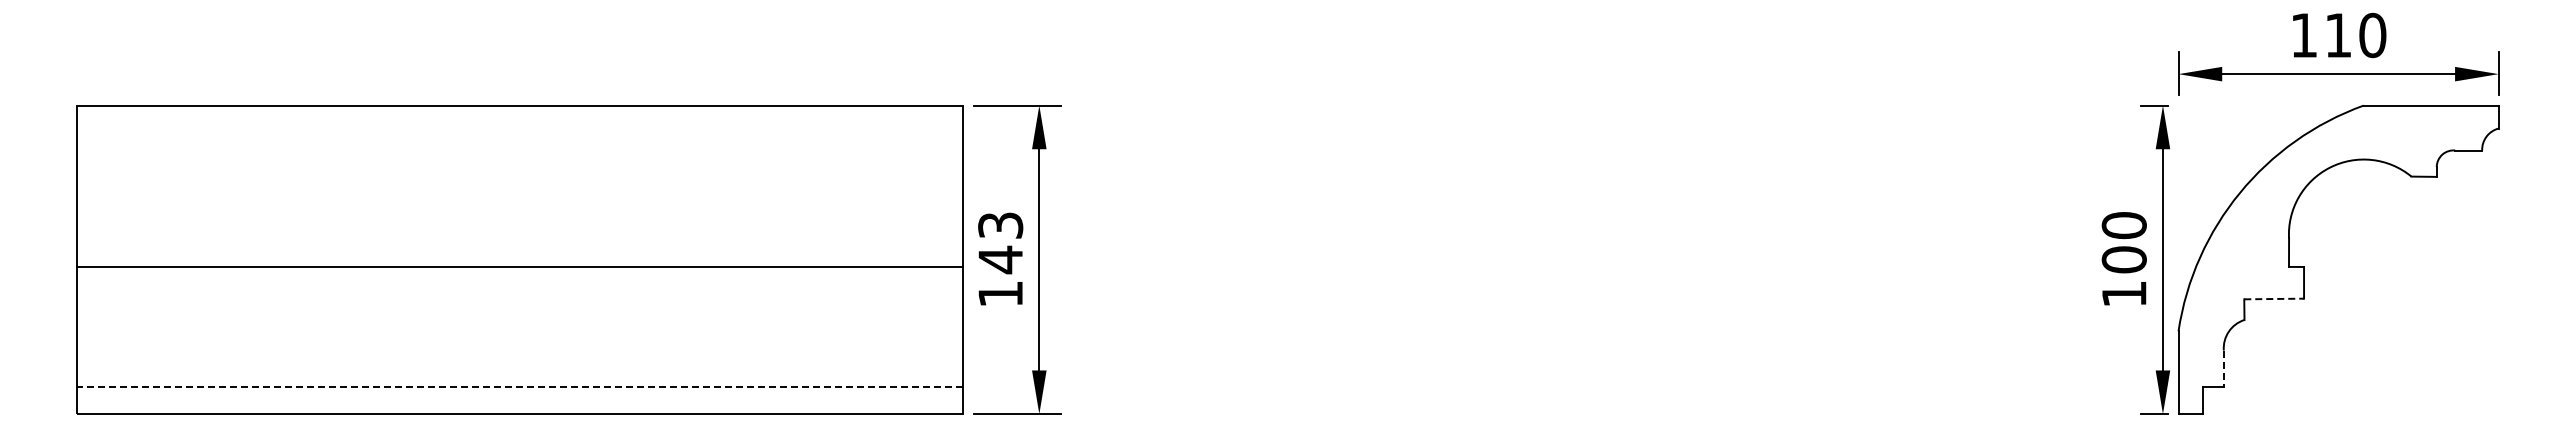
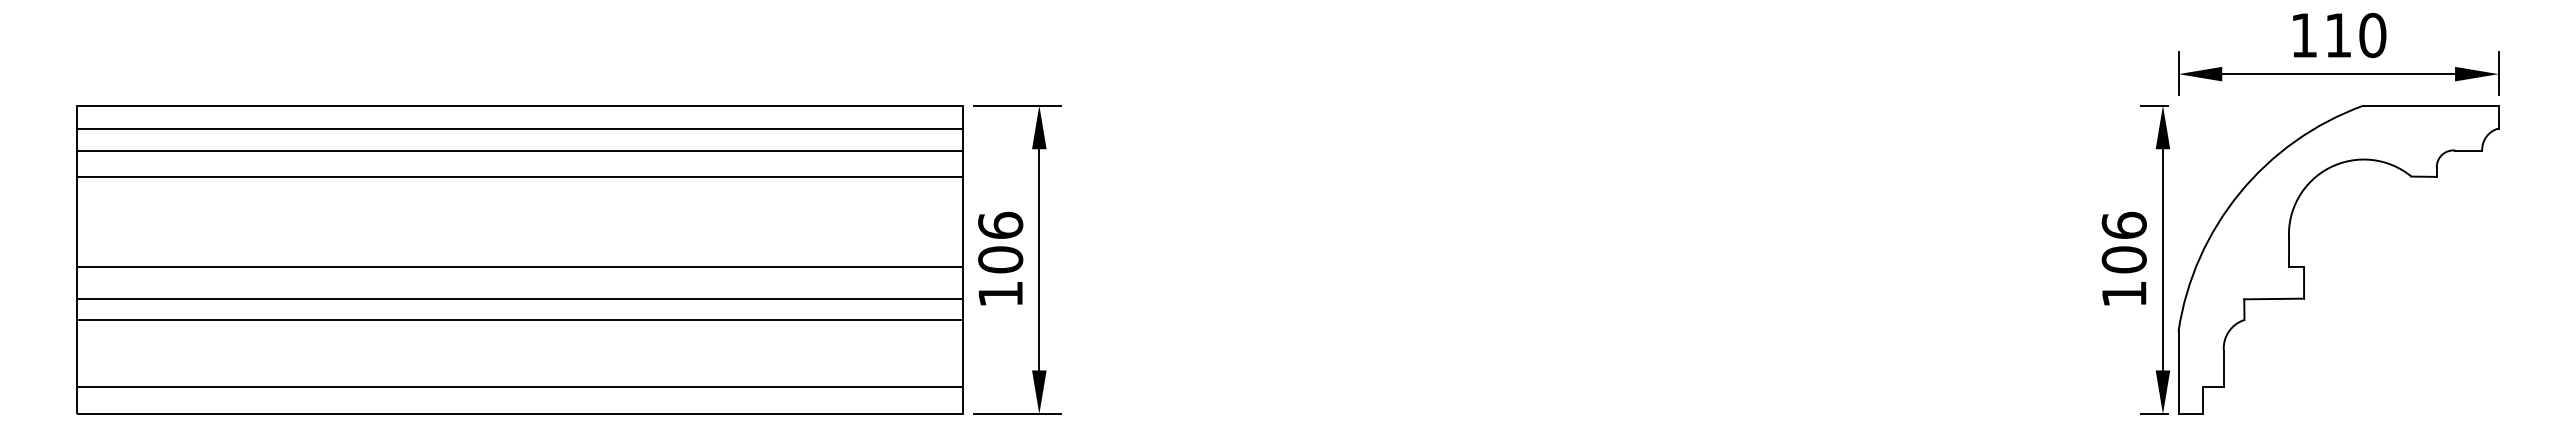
line at (519, 128): none -> present
line at (519, 150): none -> present
line at (519, 176): none -> present
text at (2123, 225): 100 -> 106
text at (1000, 242): 143 -> 106
line at (519, 298): none -> present
line at (2274, 299): dashed -> solid
line at (519, 319): none -> present
line at (2223, 369): dashed -> solid
line at (520, 387): dashed -> solid
